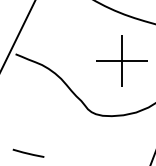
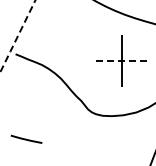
line at (17, 37): solid -> dashed
line at (122, 60): solid -> dashed
line at (28, 152) position: (28, 152) -> (26, 138)
